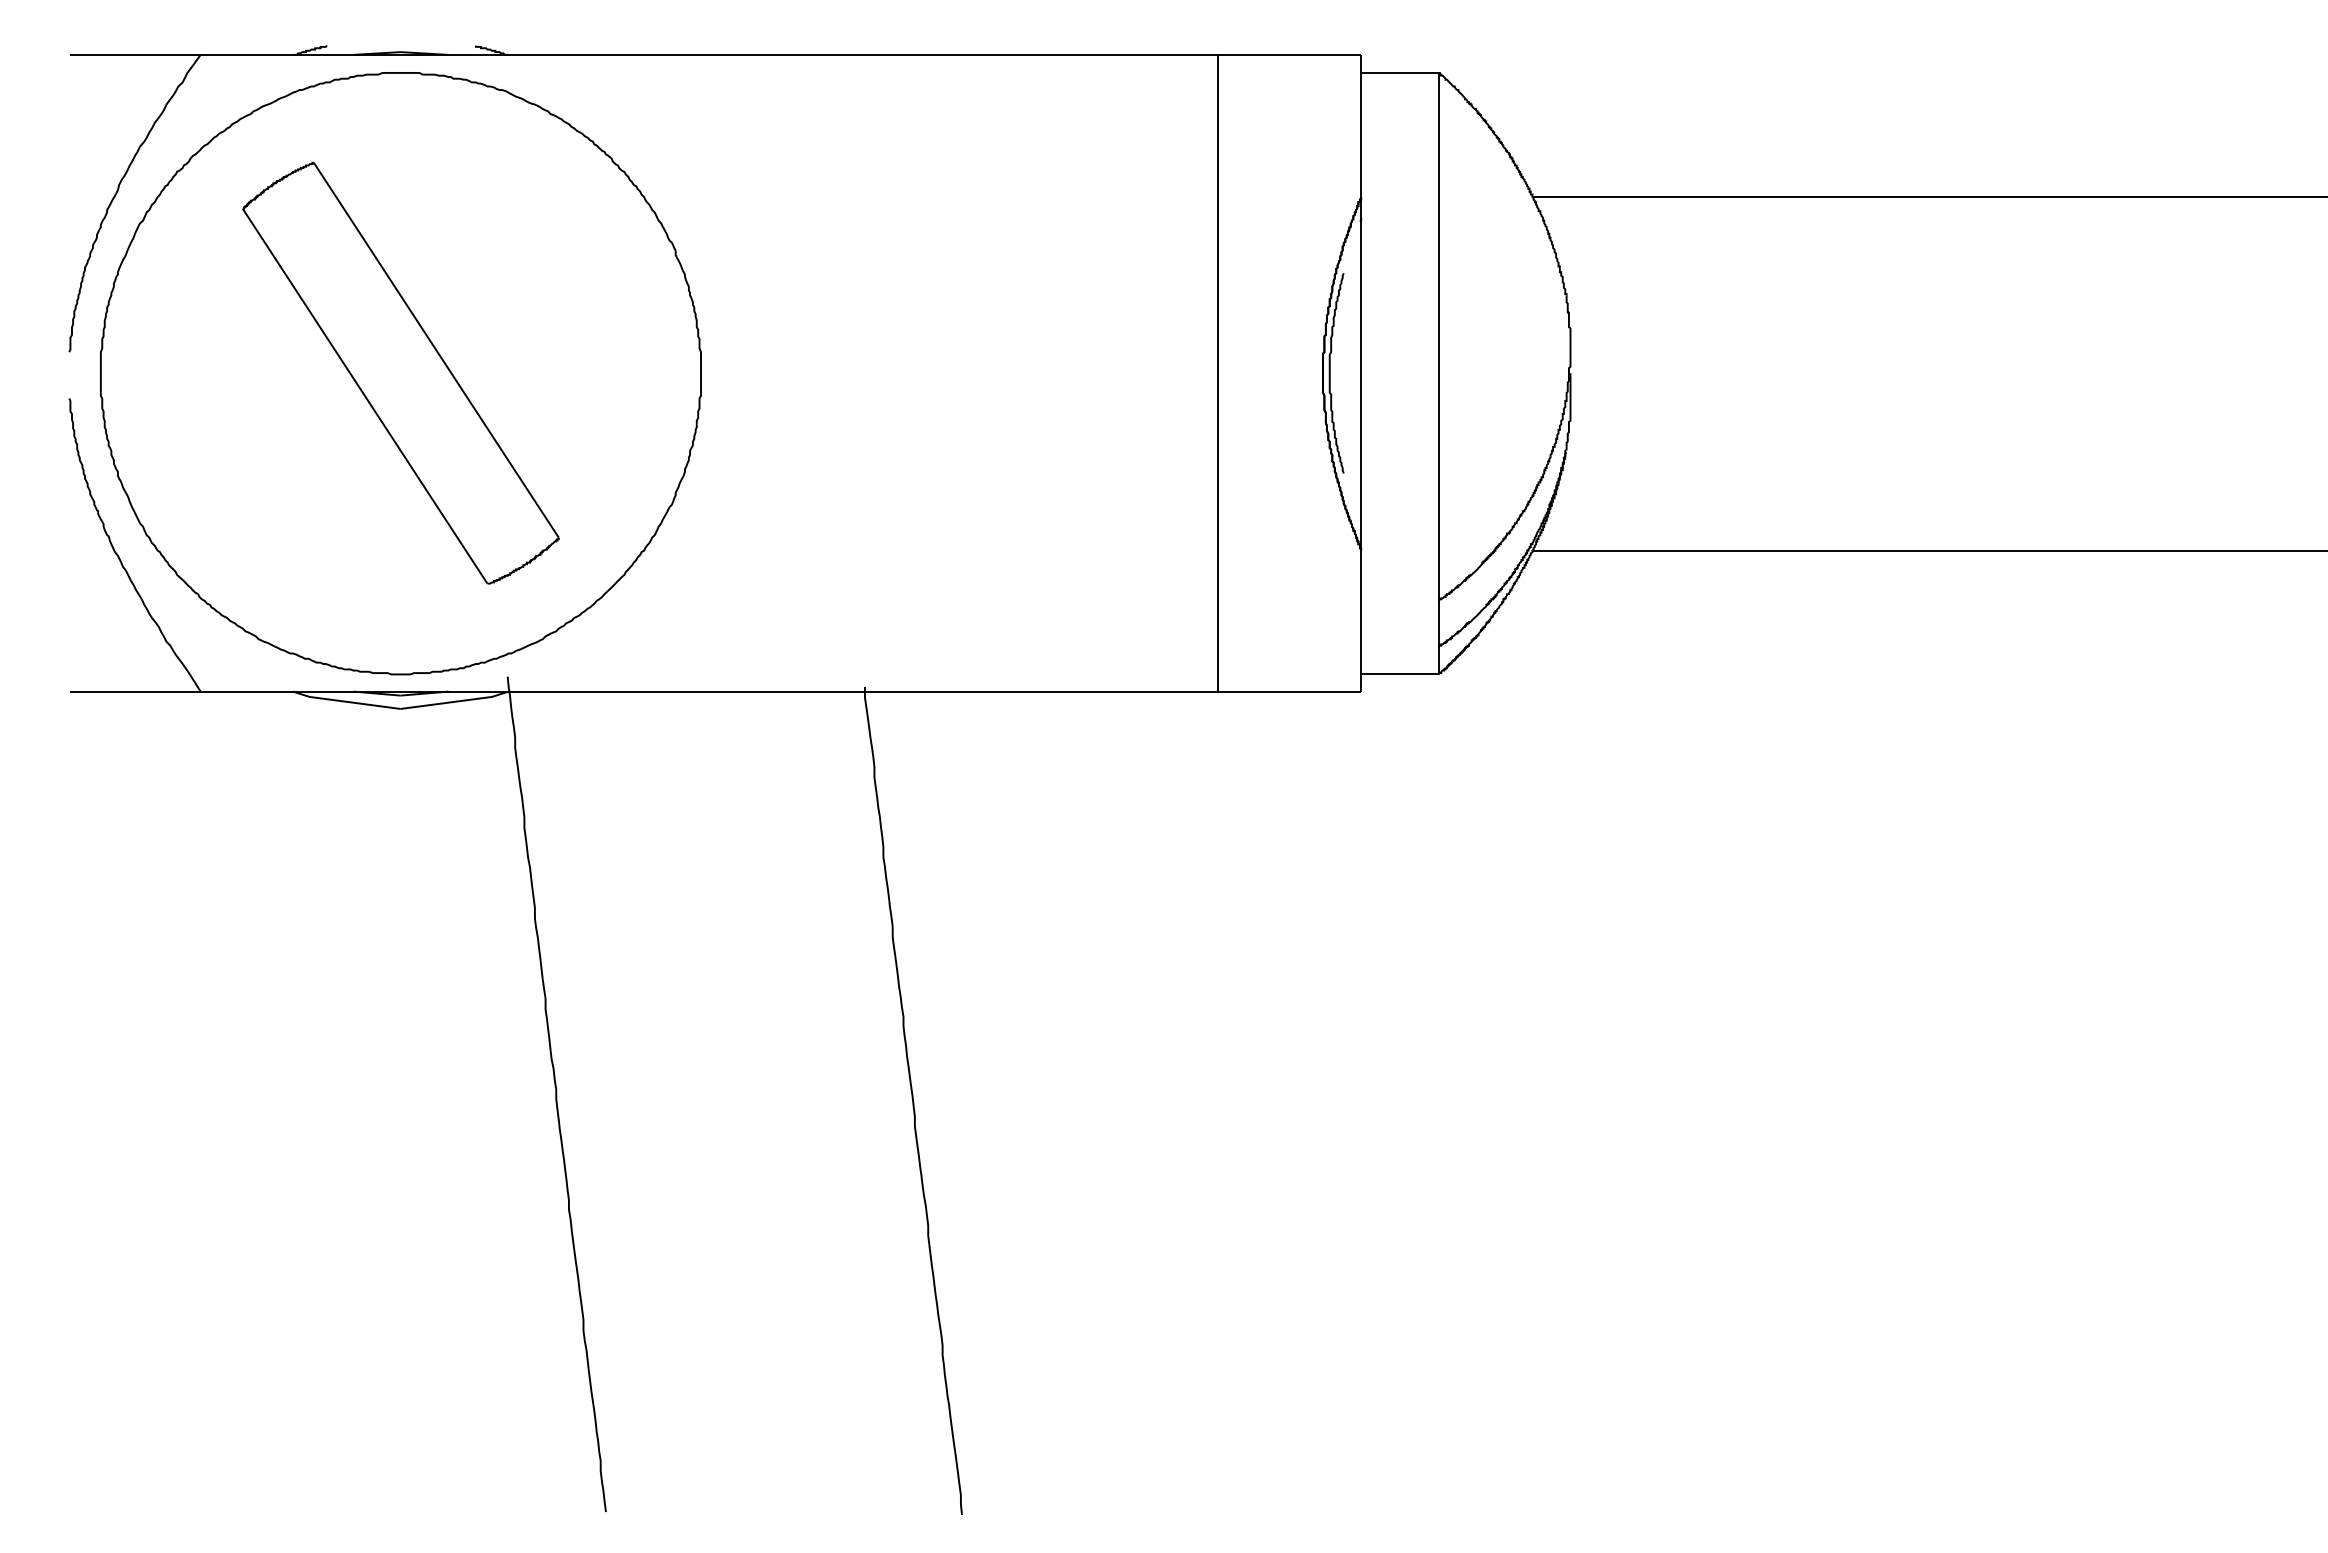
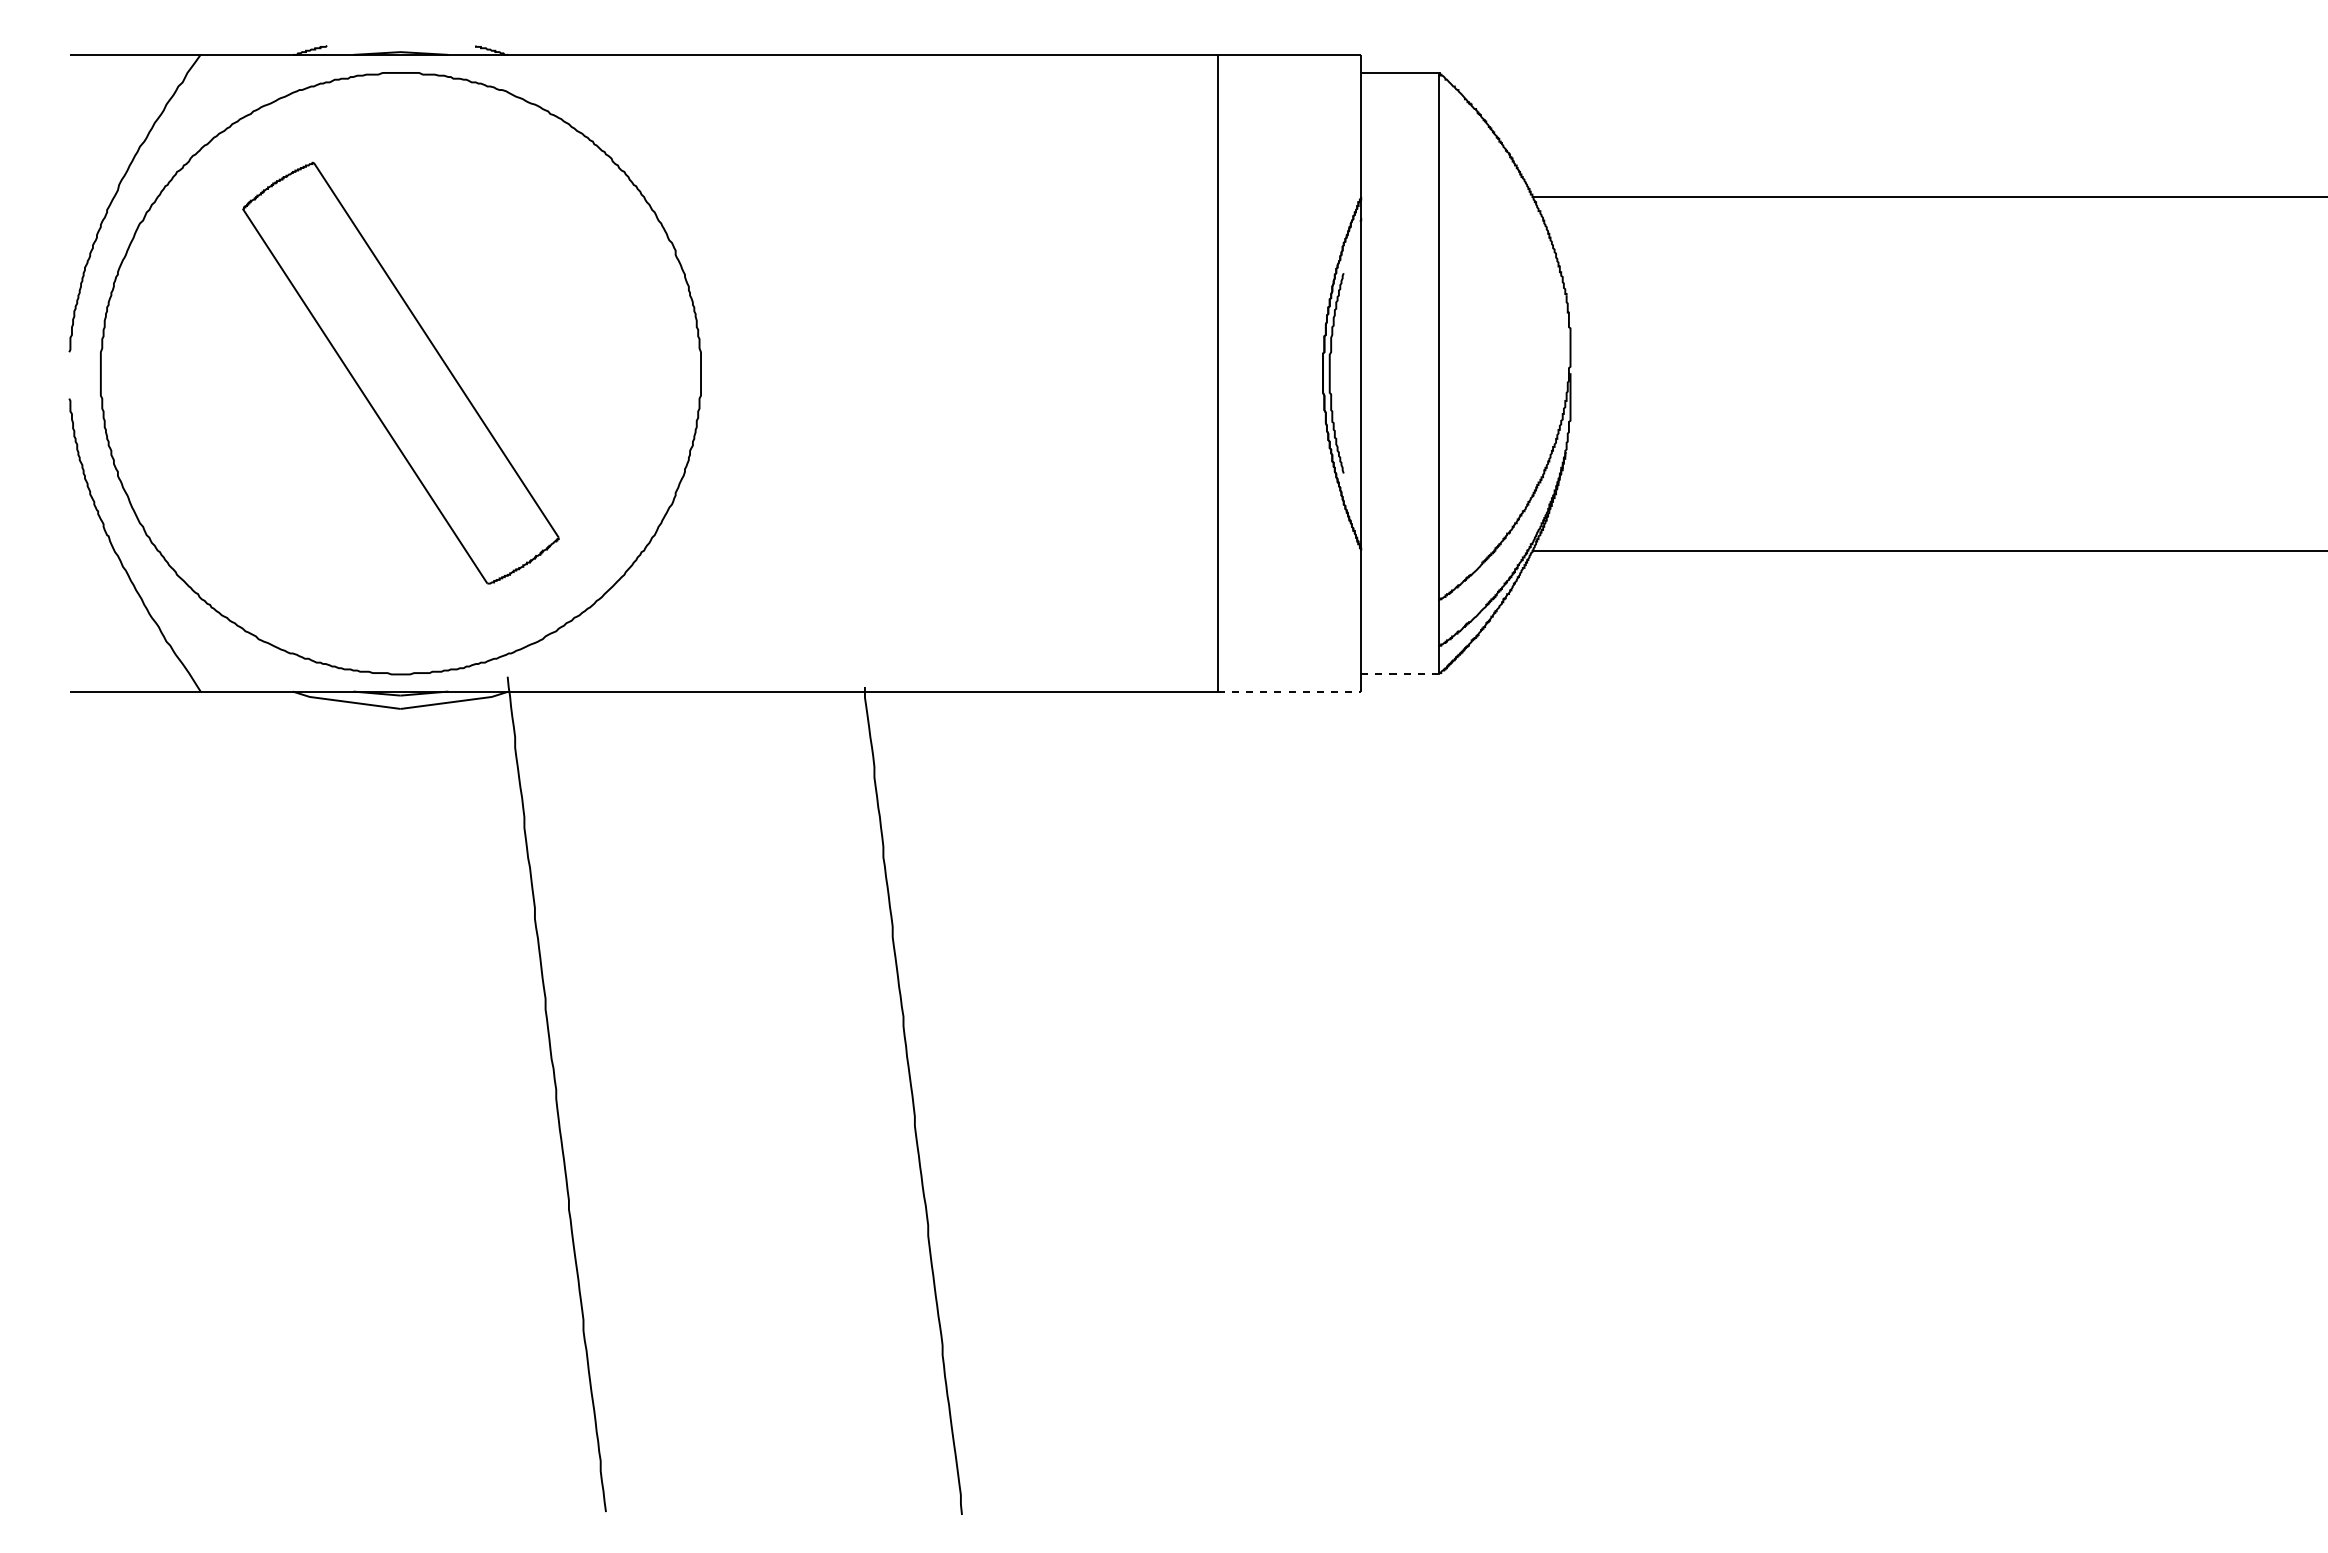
line at (1399, 674): solid -> dashed
line at (1289, 691): solid -> dashed
